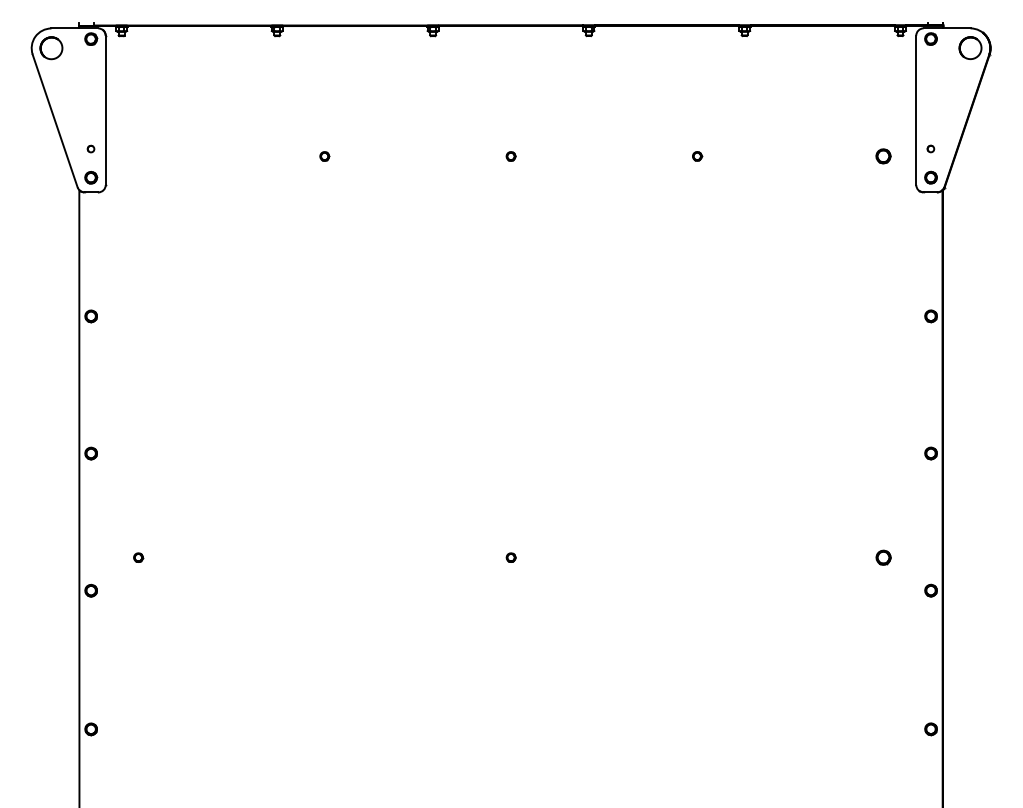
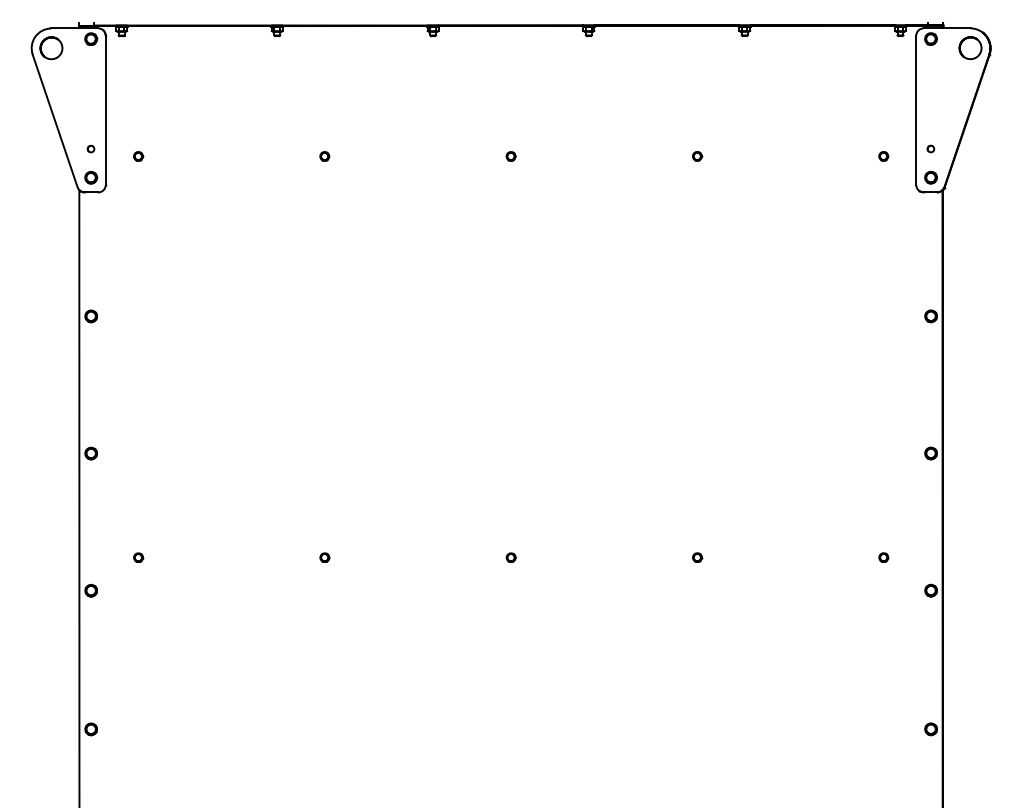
part at (138, 156): none -> present
part at (883, 156) size: 17x17 px -> 12x11 px
part at (324, 557): none -> present
part at (697, 557): none -> present
part at (883, 557) size: 17x17 px -> 12x11 px
